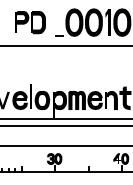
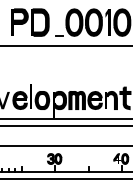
part at (30, 22) size: 31x24 px -> 39x29 px
line at (65, 178): none -> present
